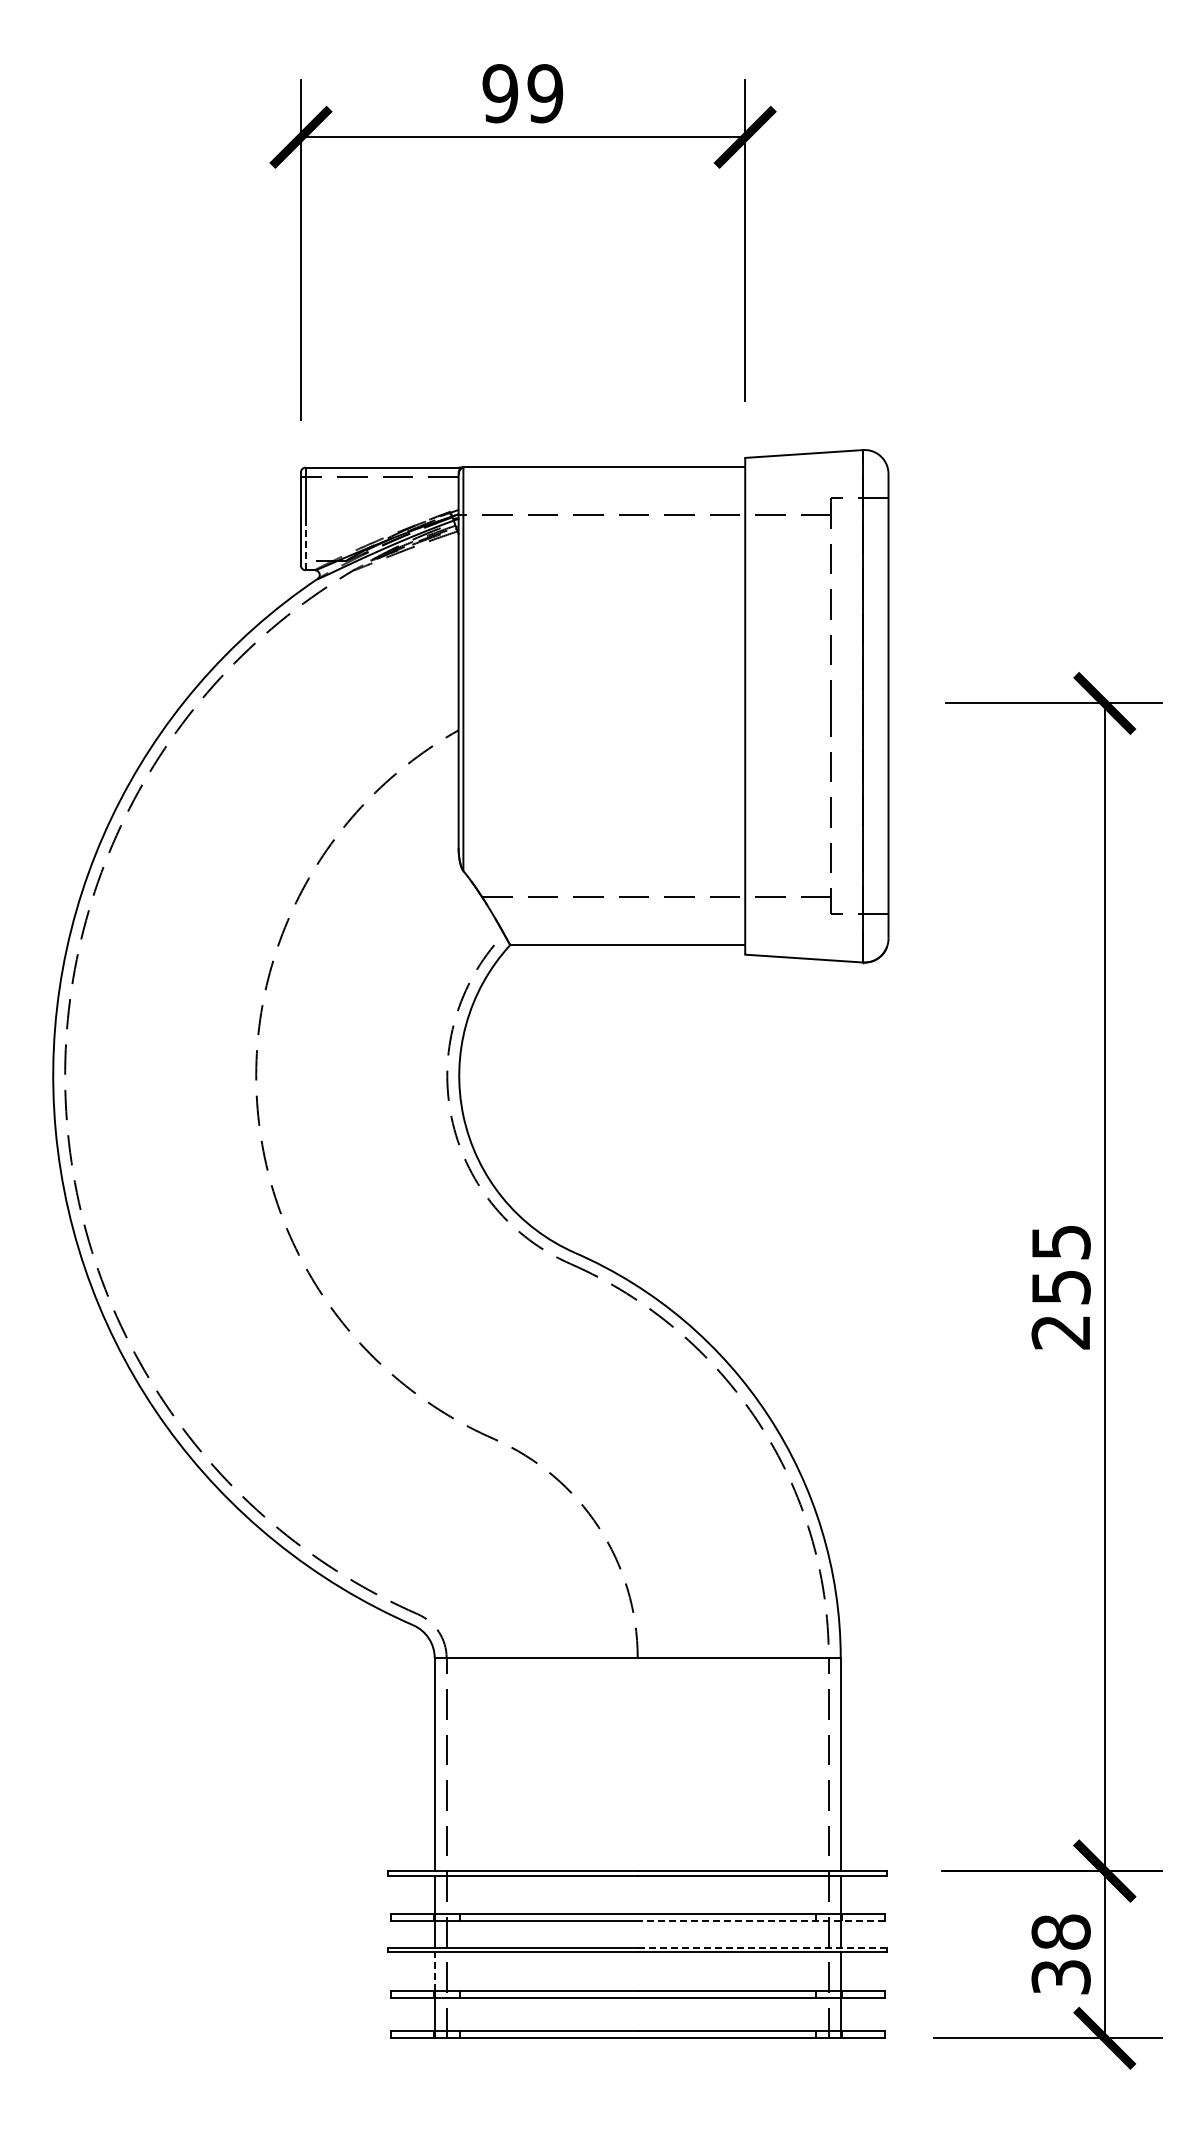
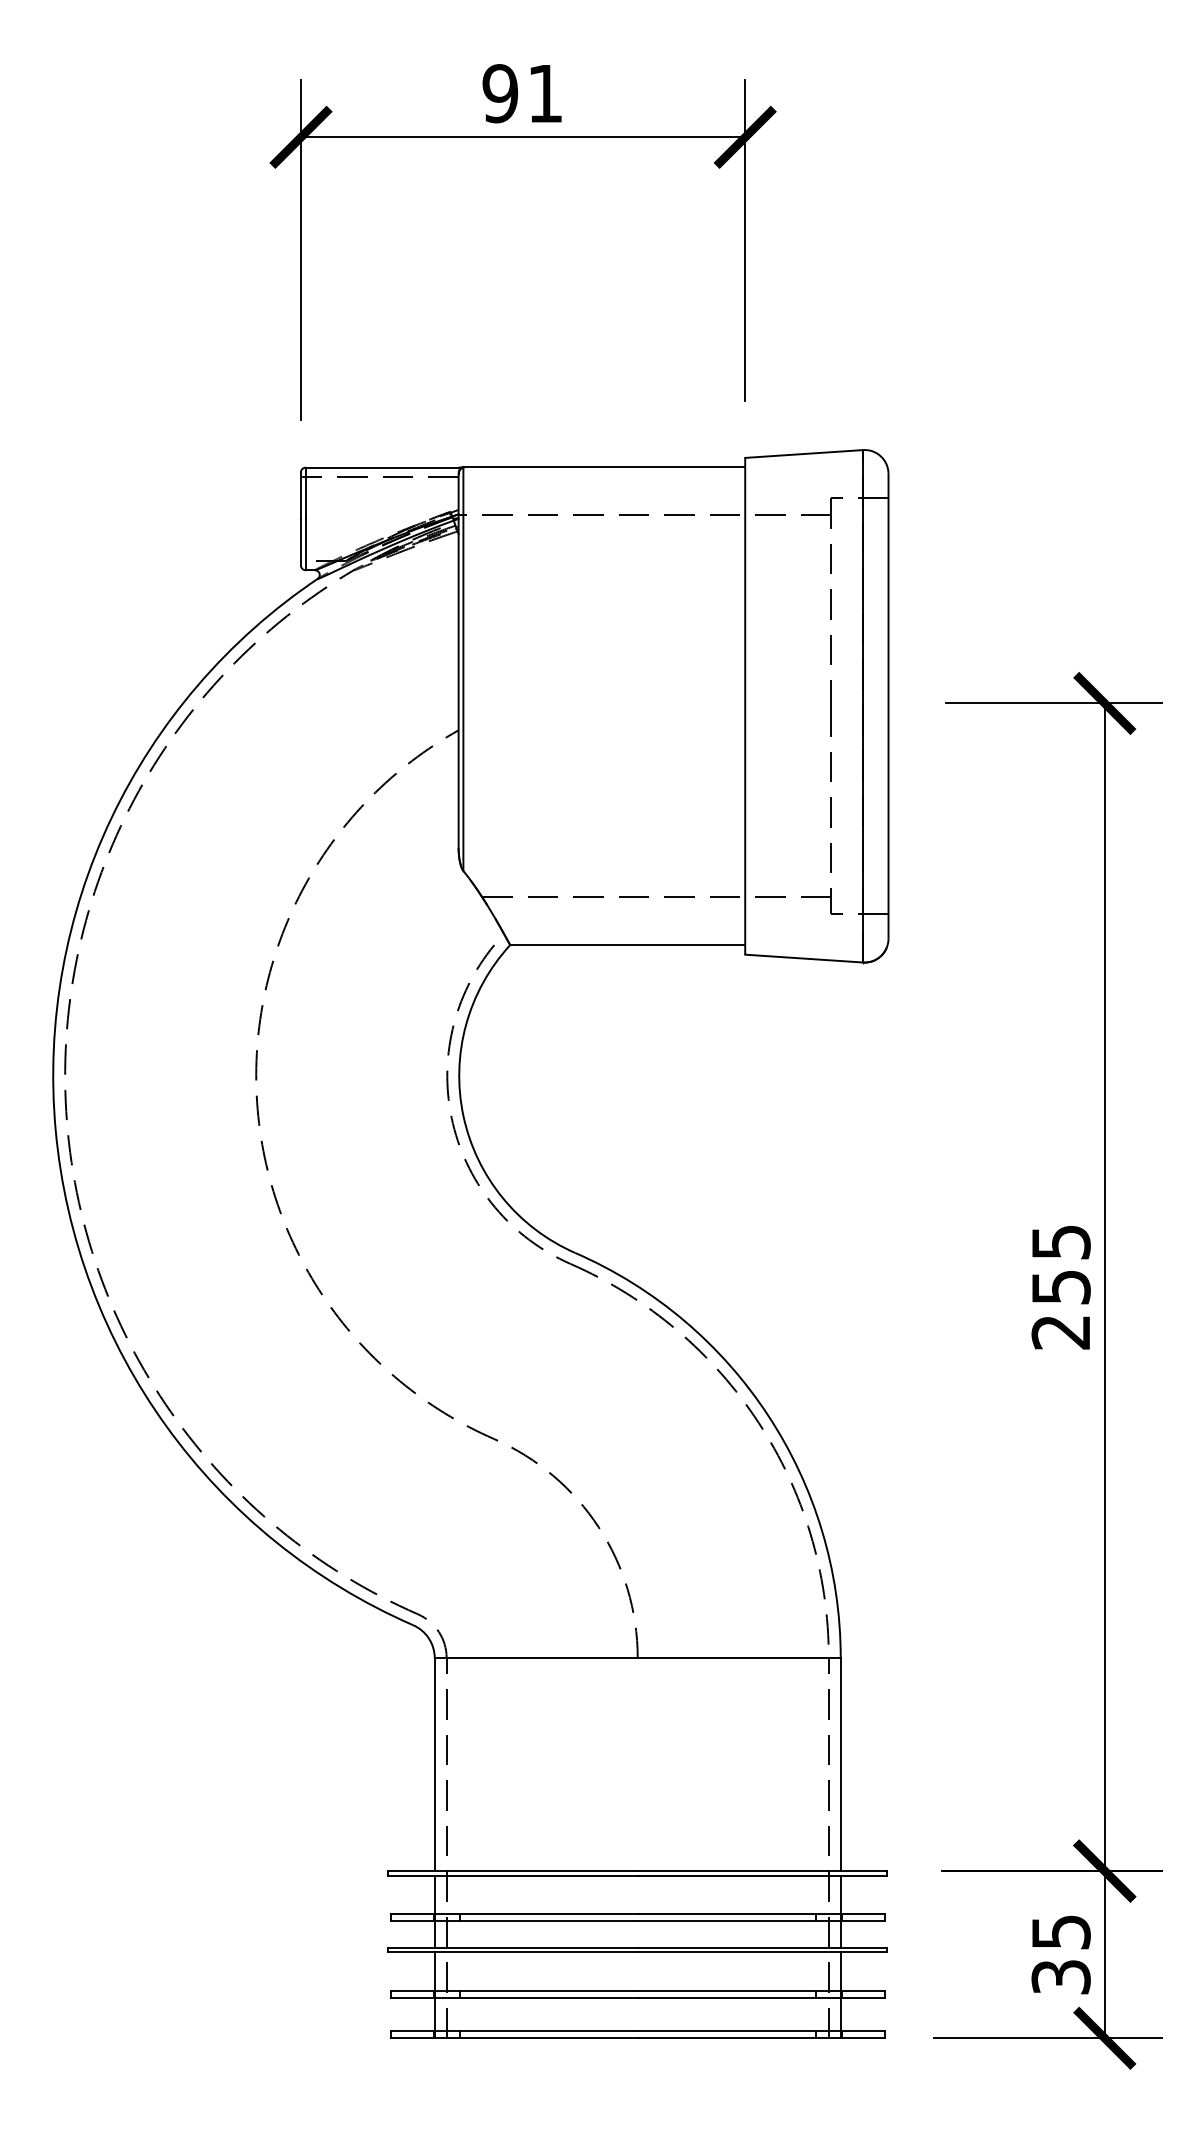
text at (545, 93): 99 -> 91
line at (305, 544): dashed -> solid
line at (761, 1921): dashed -> solid
text at (1060, 1931): 38 -> 35
line at (762, 1947): dashed -> solid
line at (434, 1970): dashed -> solid
